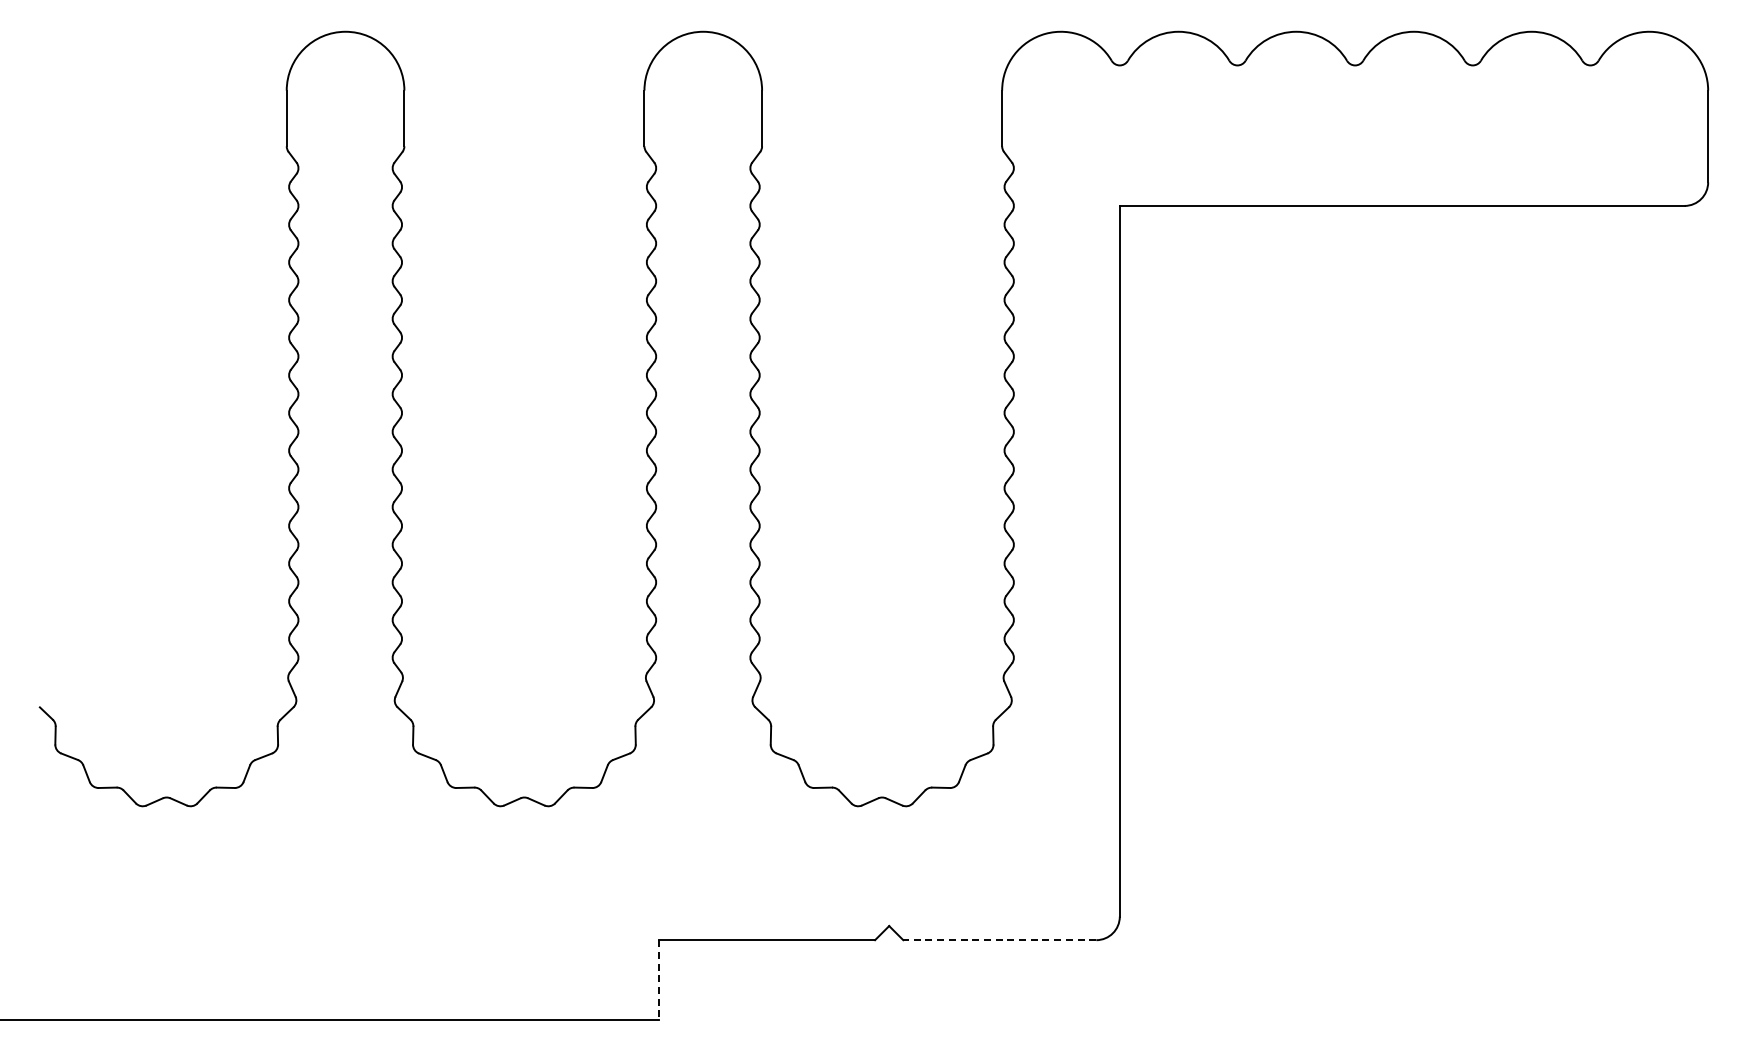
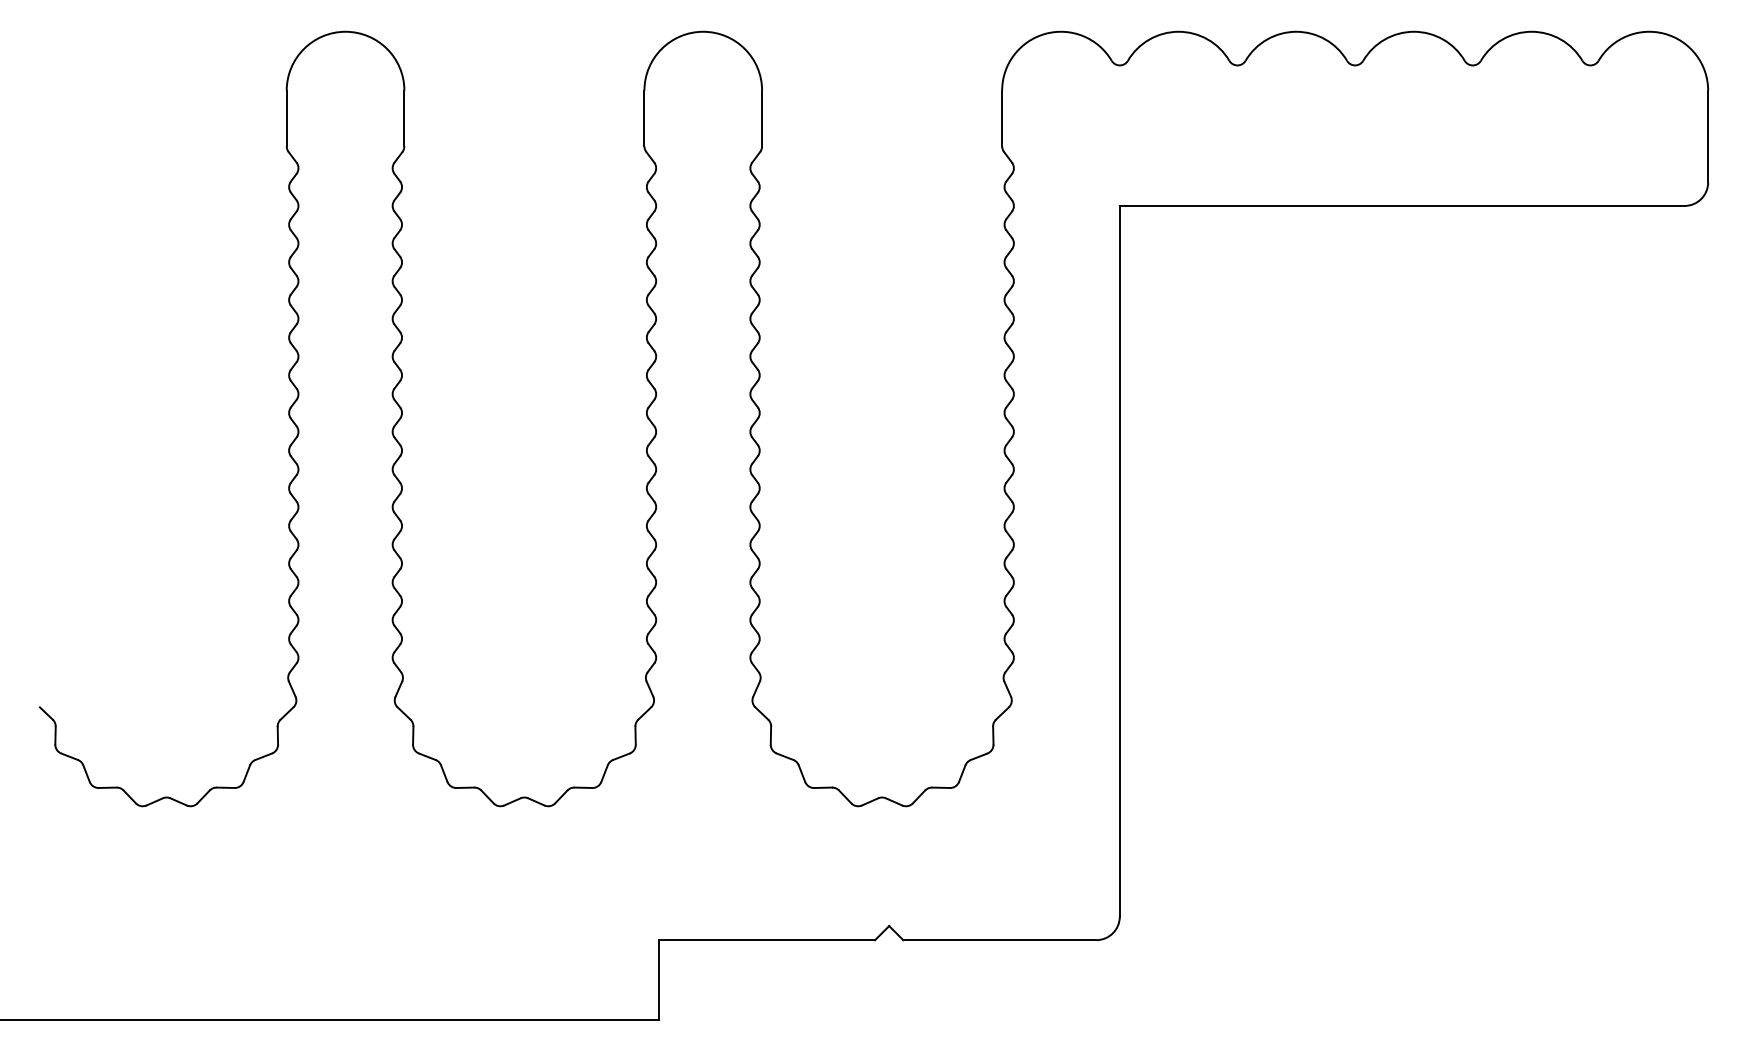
line at (999, 940): dashed -> solid
line at (658, 980): dashed -> solid
